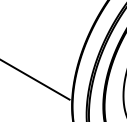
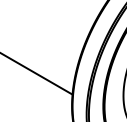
line at (35, 79) position: (35, 79) -> (37, 73)
